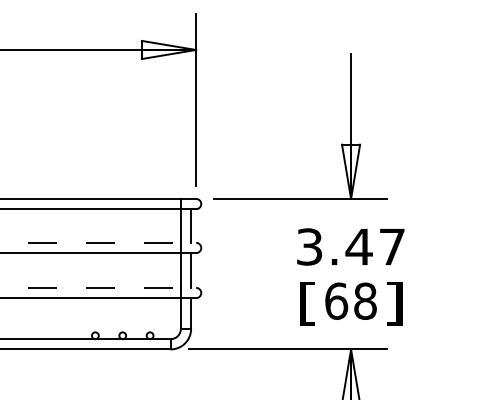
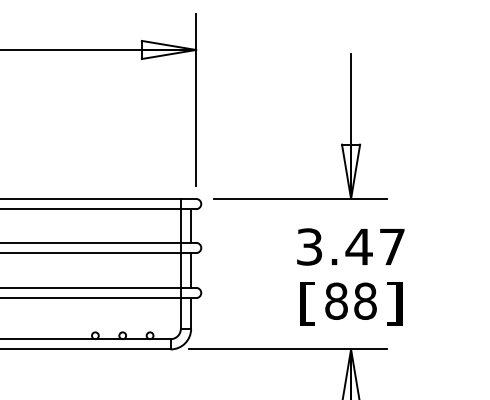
line at (98, 242): dashed -> solid
line at (98, 287): dashed -> solid
text at (336, 300): 68 -> 88
